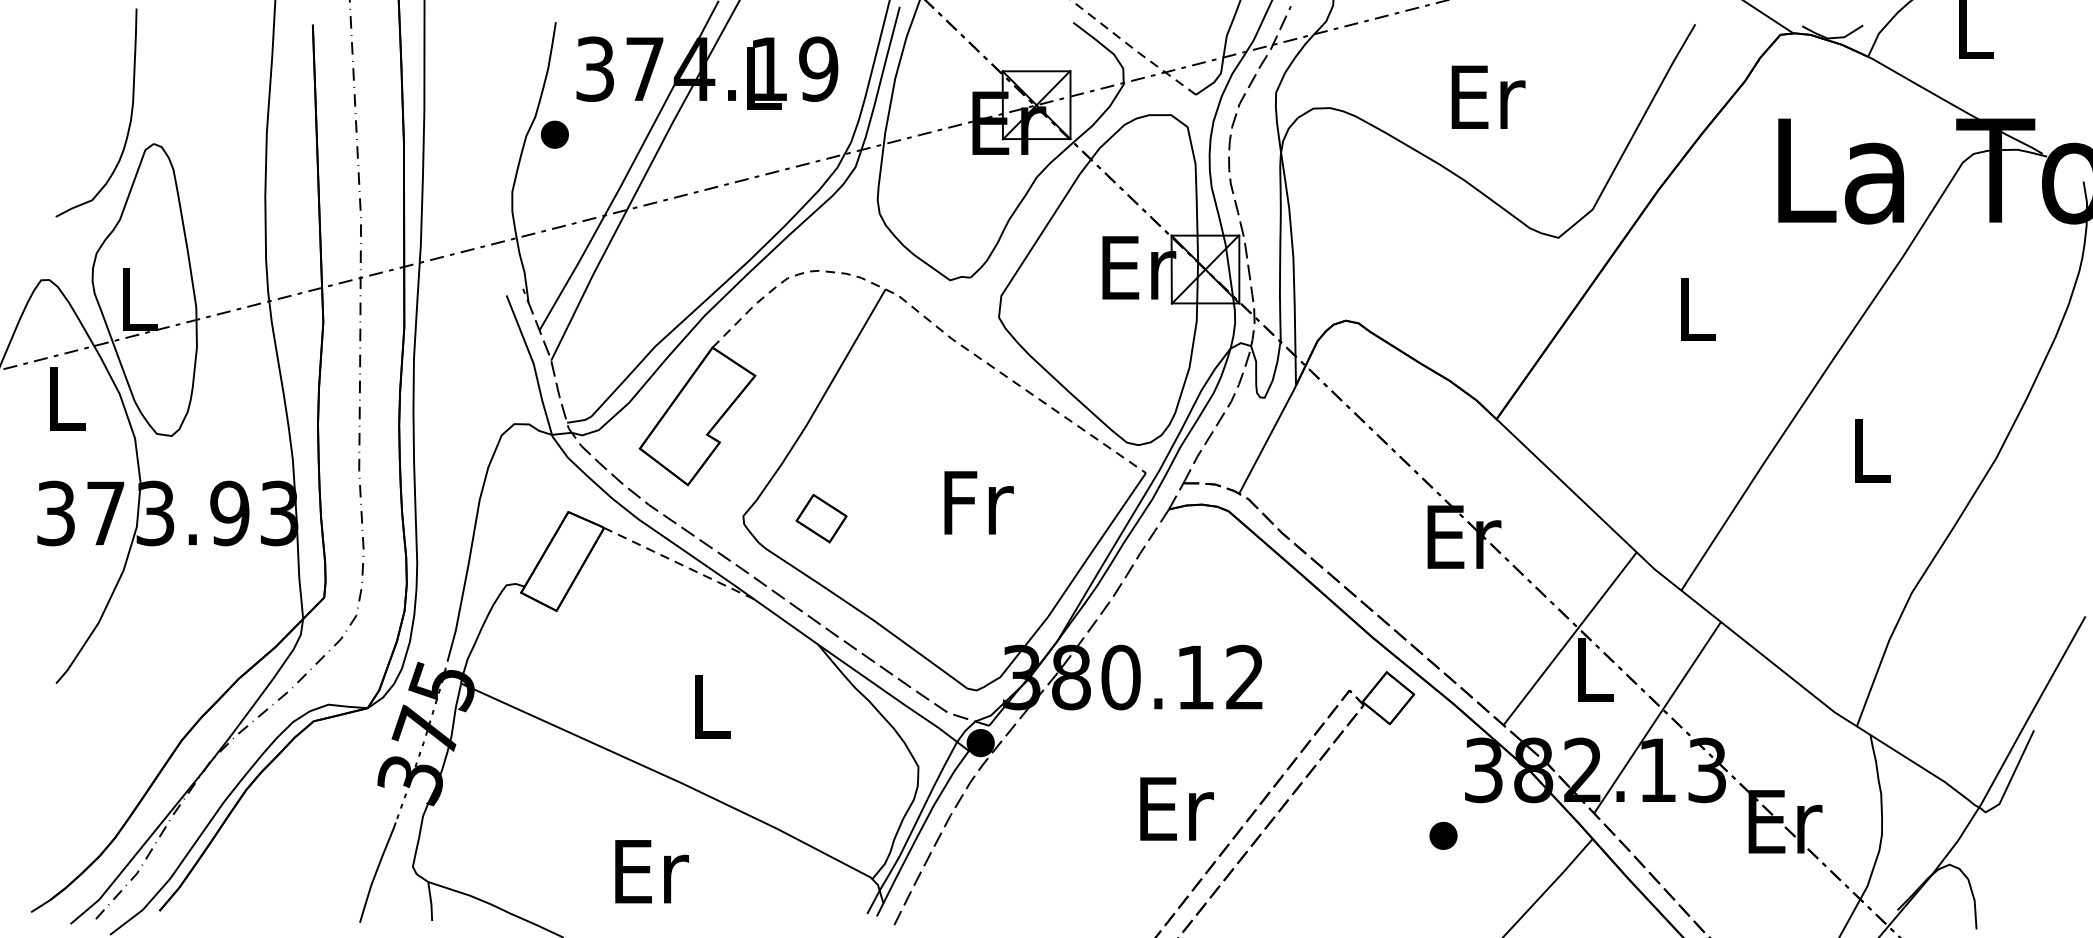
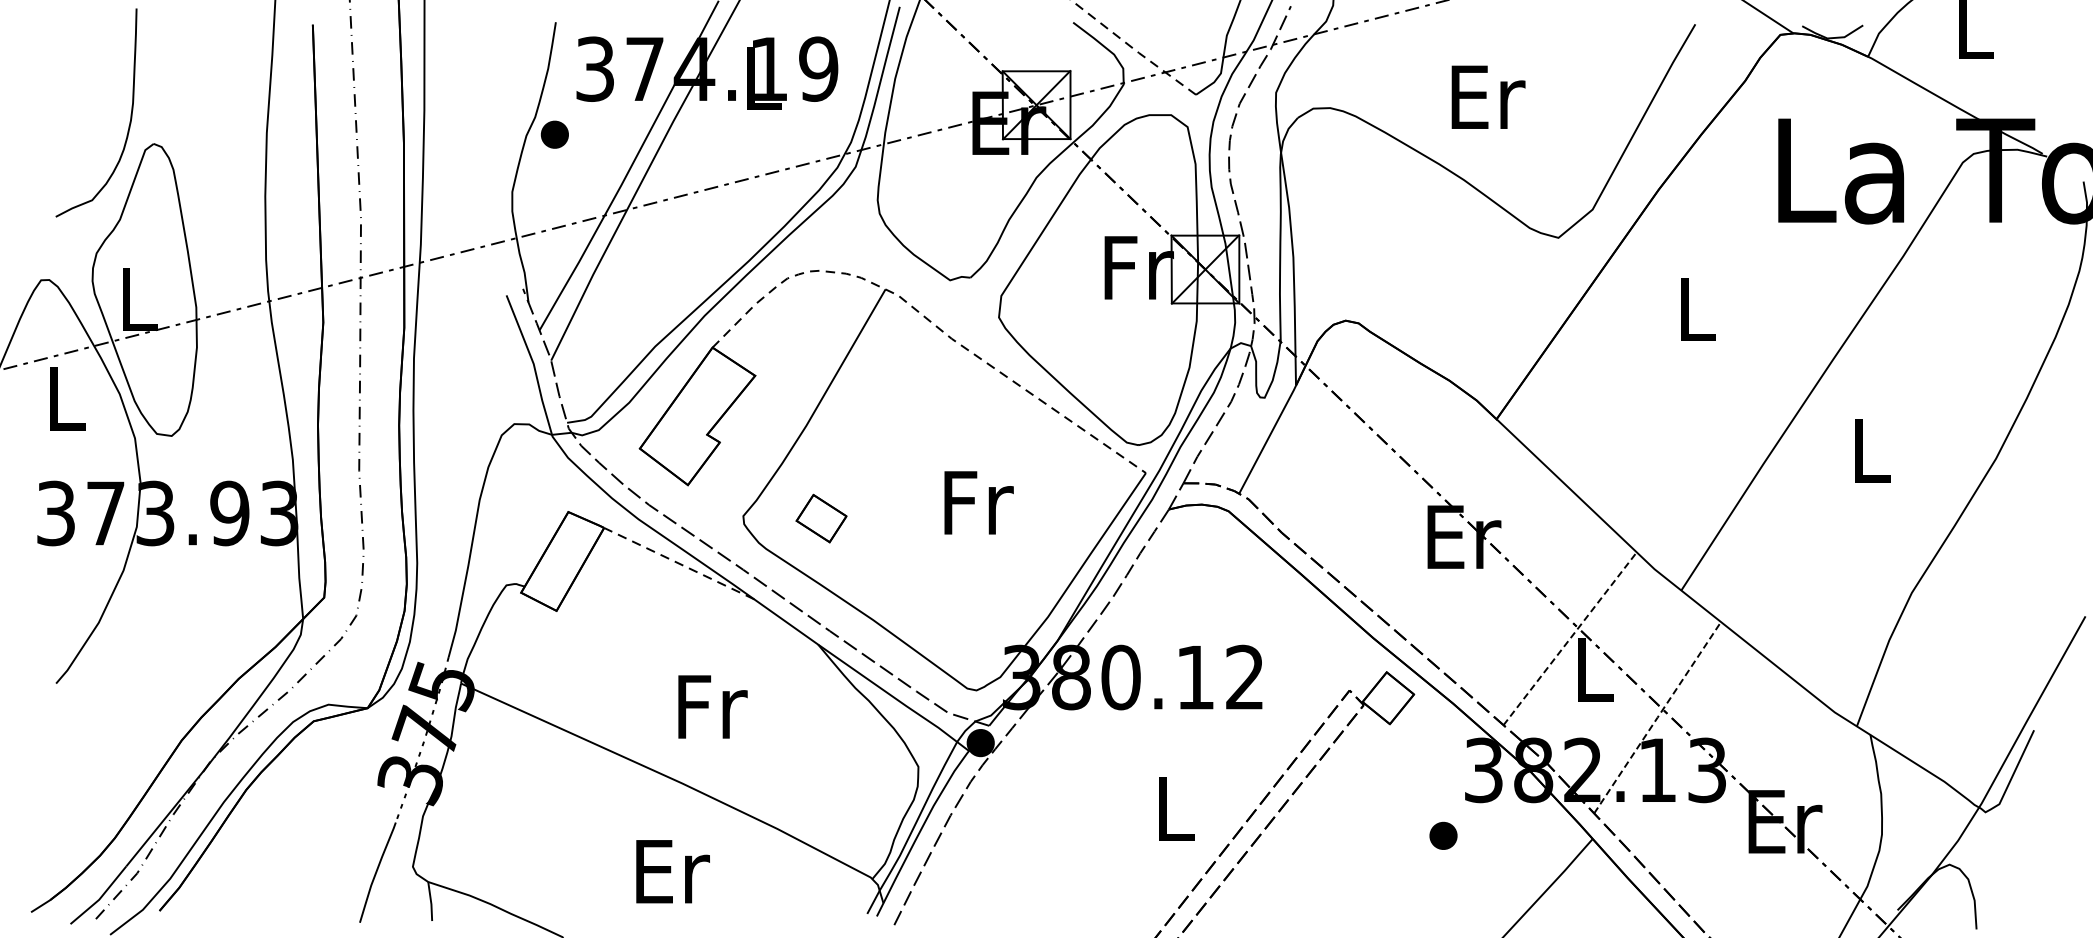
text at (1139, 267): Er -> Fr
line at (1570, 638): solid -> dashed
text at (712, 706): L -> Fr
line at (1657, 717): solid -> dashed
text at (1176, 808): Er -> L
text at (651, 871) position: (651, 871) -> (672, 871)
